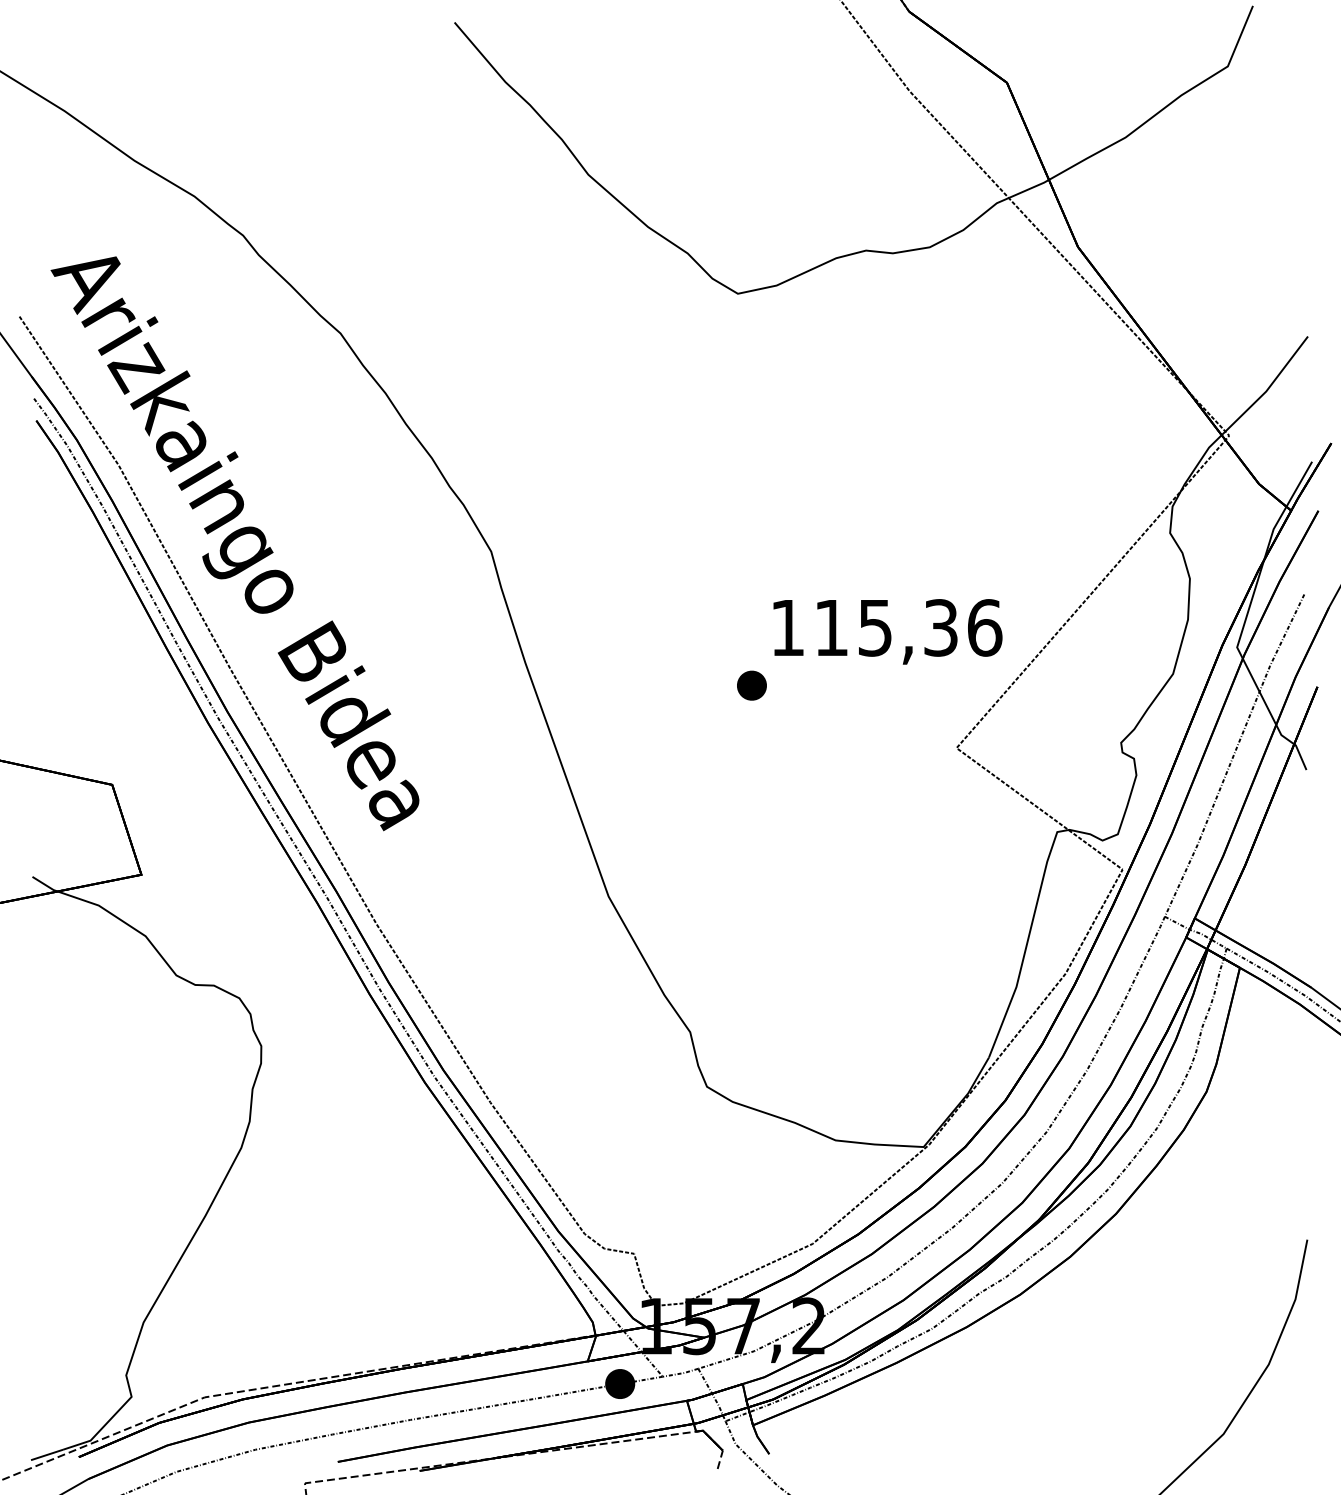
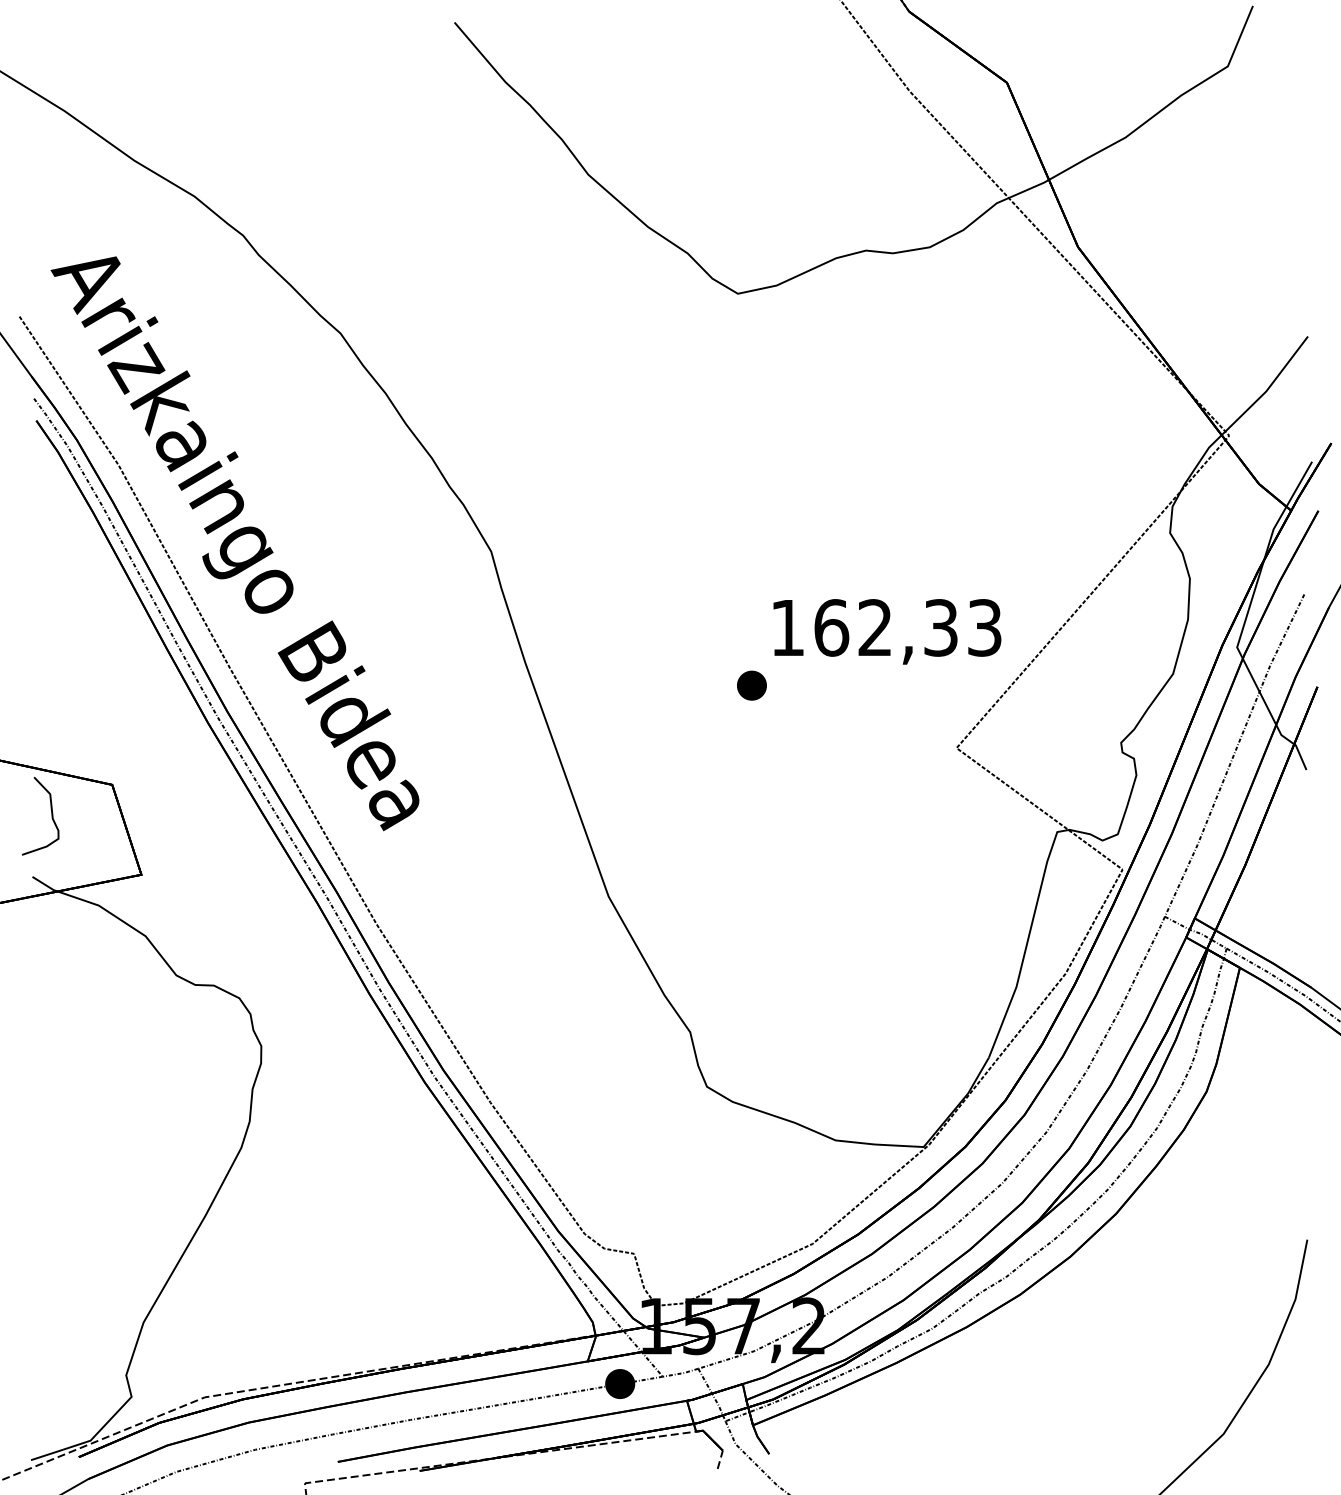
text at (908, 627): 115,36 -> 162,33
curve at (51, 816): none -> present
